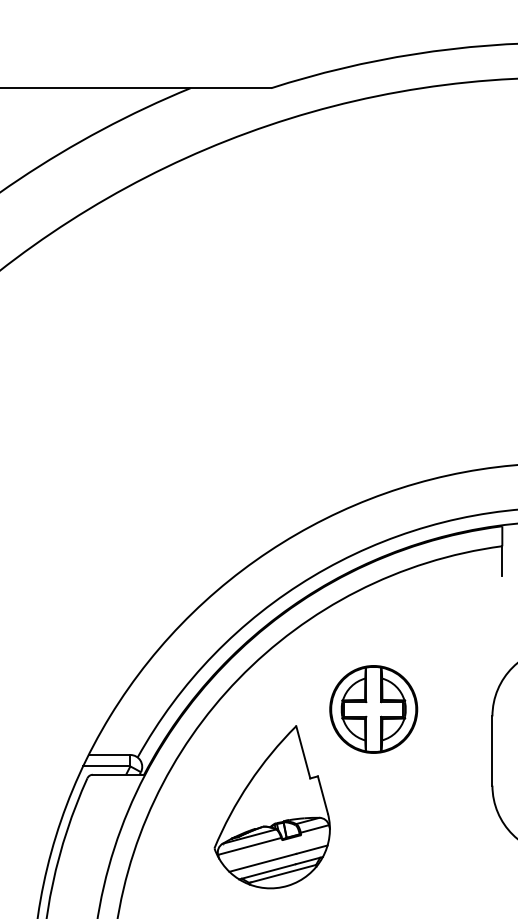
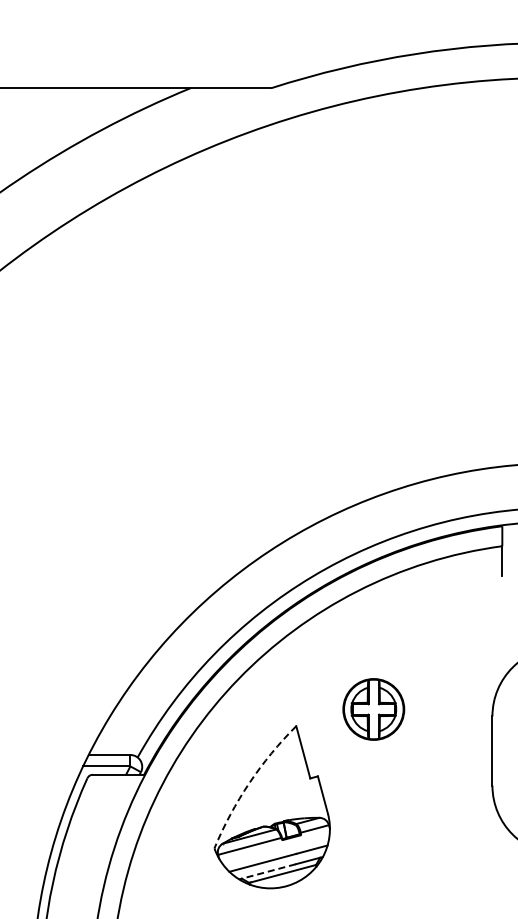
part at (373, 709) size: 90x89 px -> 64x63 px
arc at (249, 783): solid -> dashed
line at (267, 871): solid -> dashed
